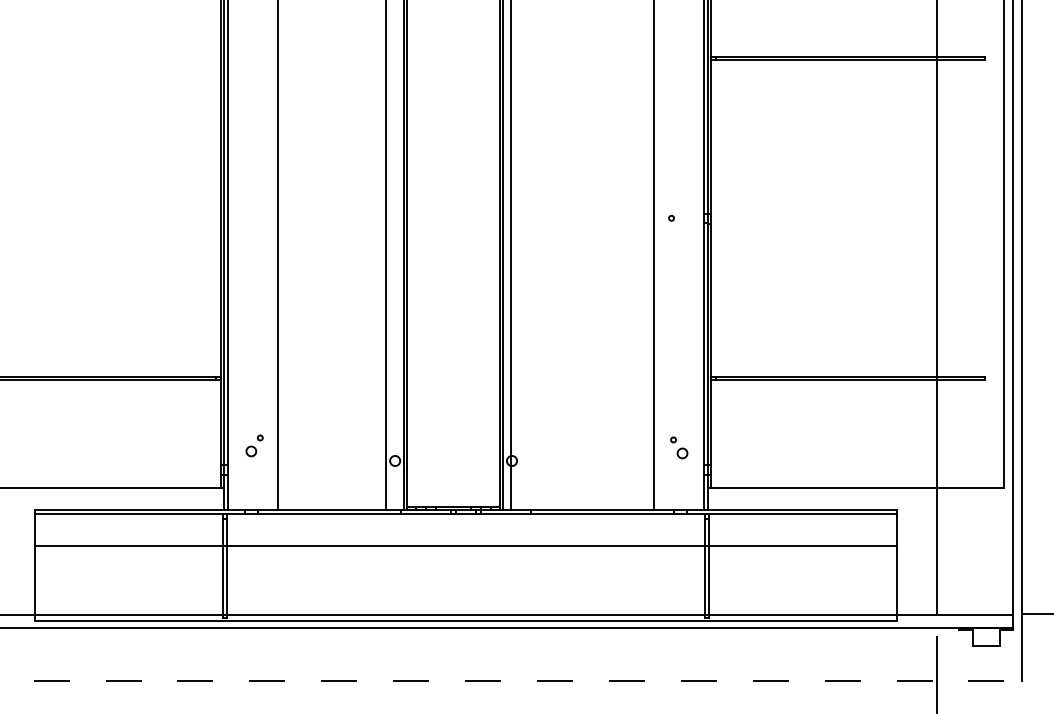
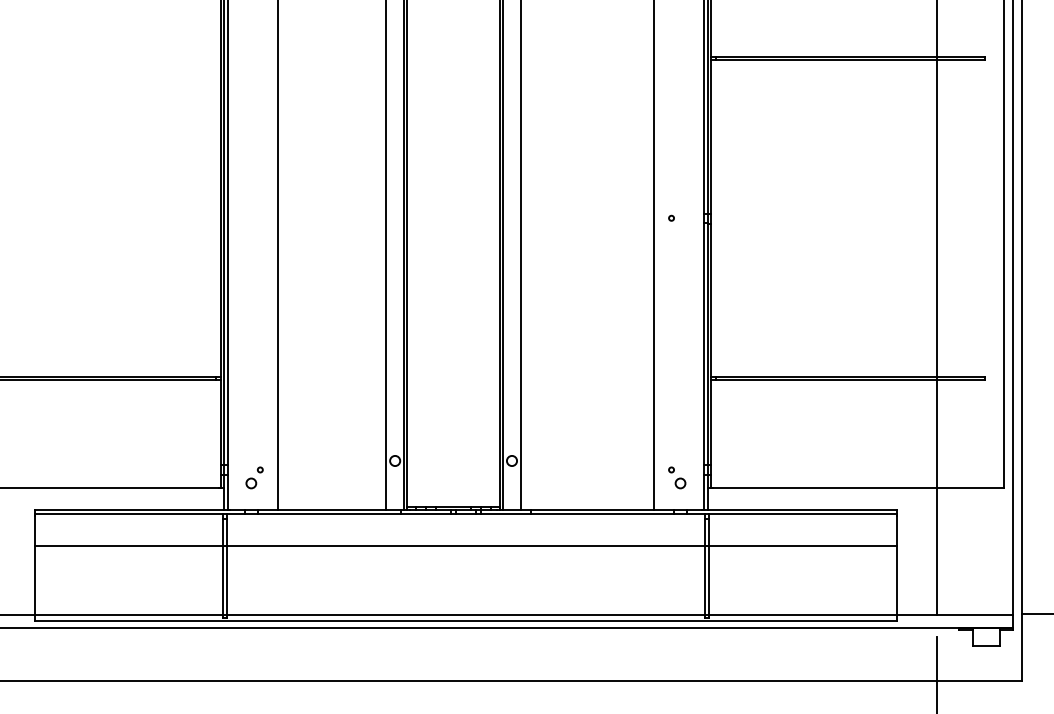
line at (511, 256) position: (511, 256) -> (521, 256)
part at (254, 445) position: (254, 445) -> (254, 477)
part at (679, 447) position: (679, 447) -> (677, 477)
line at (511, 681): dashed -> solid
